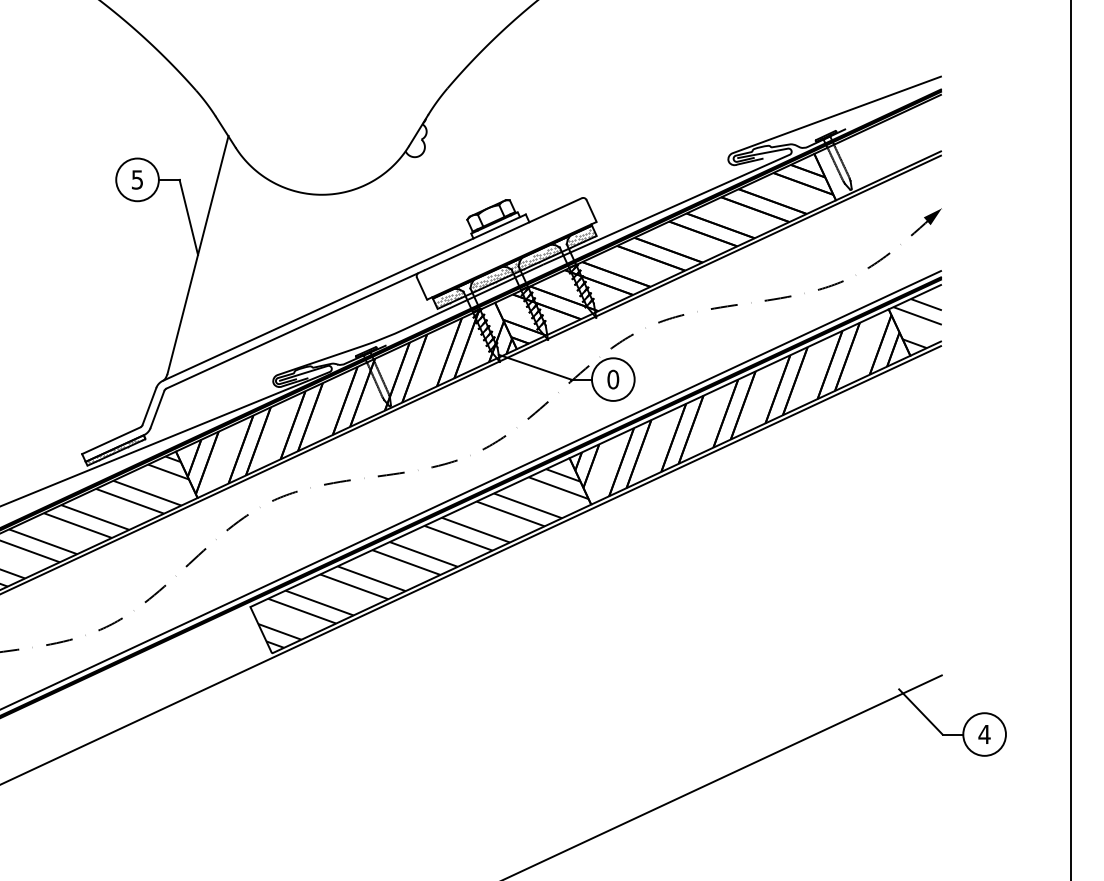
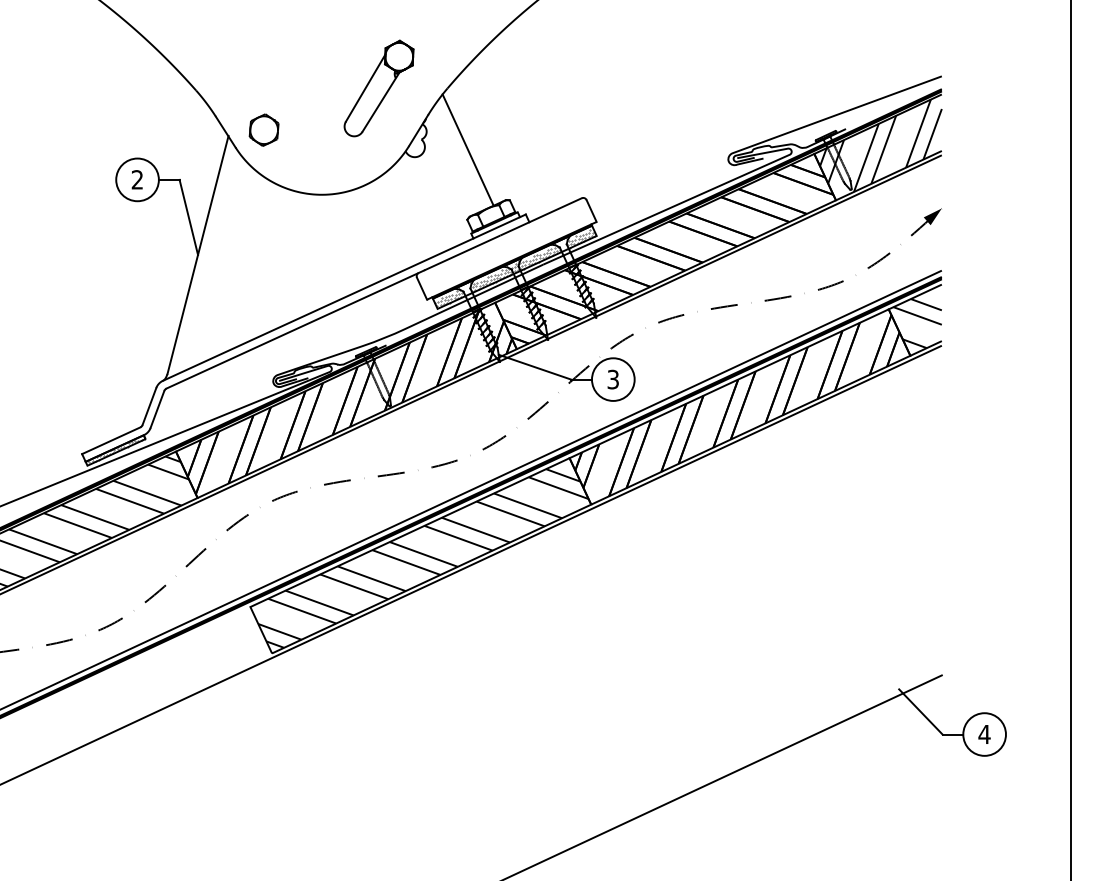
part at (378, 88): none -> present
part at (263, 129): none -> present
hatch at (880, 145): none -> present
line at (467, 149): none -> present
text at (137, 179): 5 -> 2
text at (613, 379): 0 -> 3
